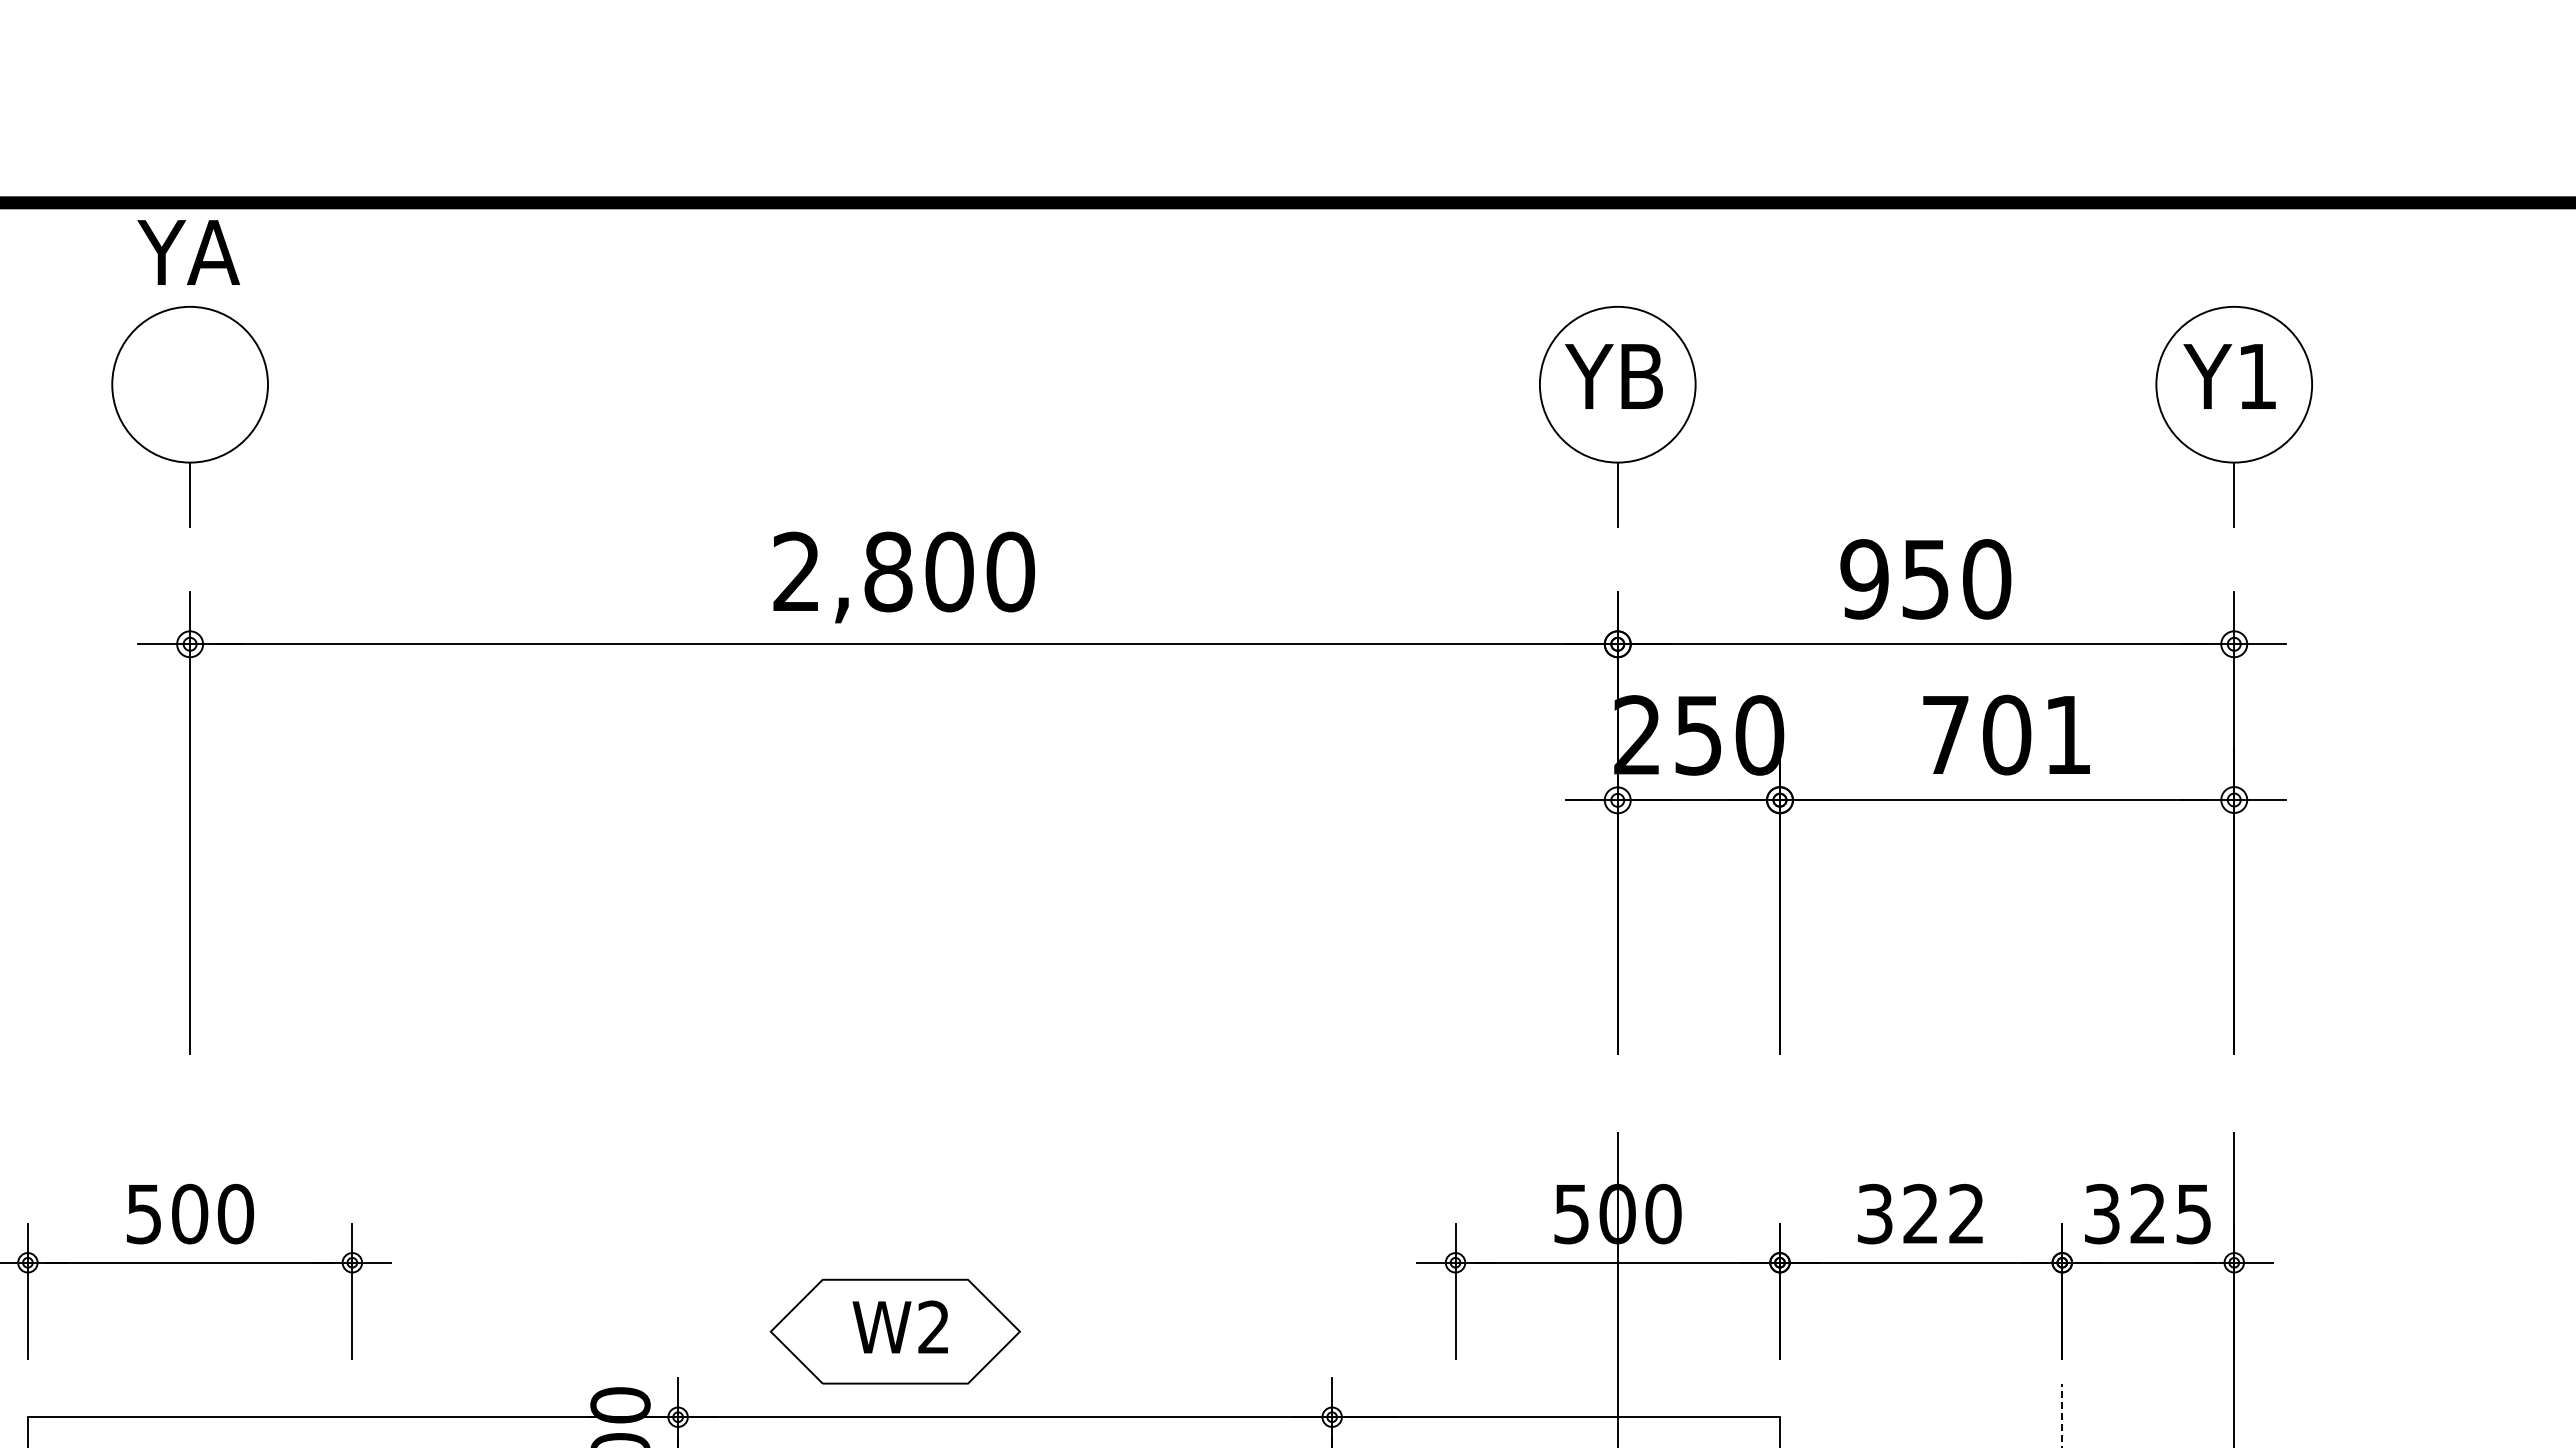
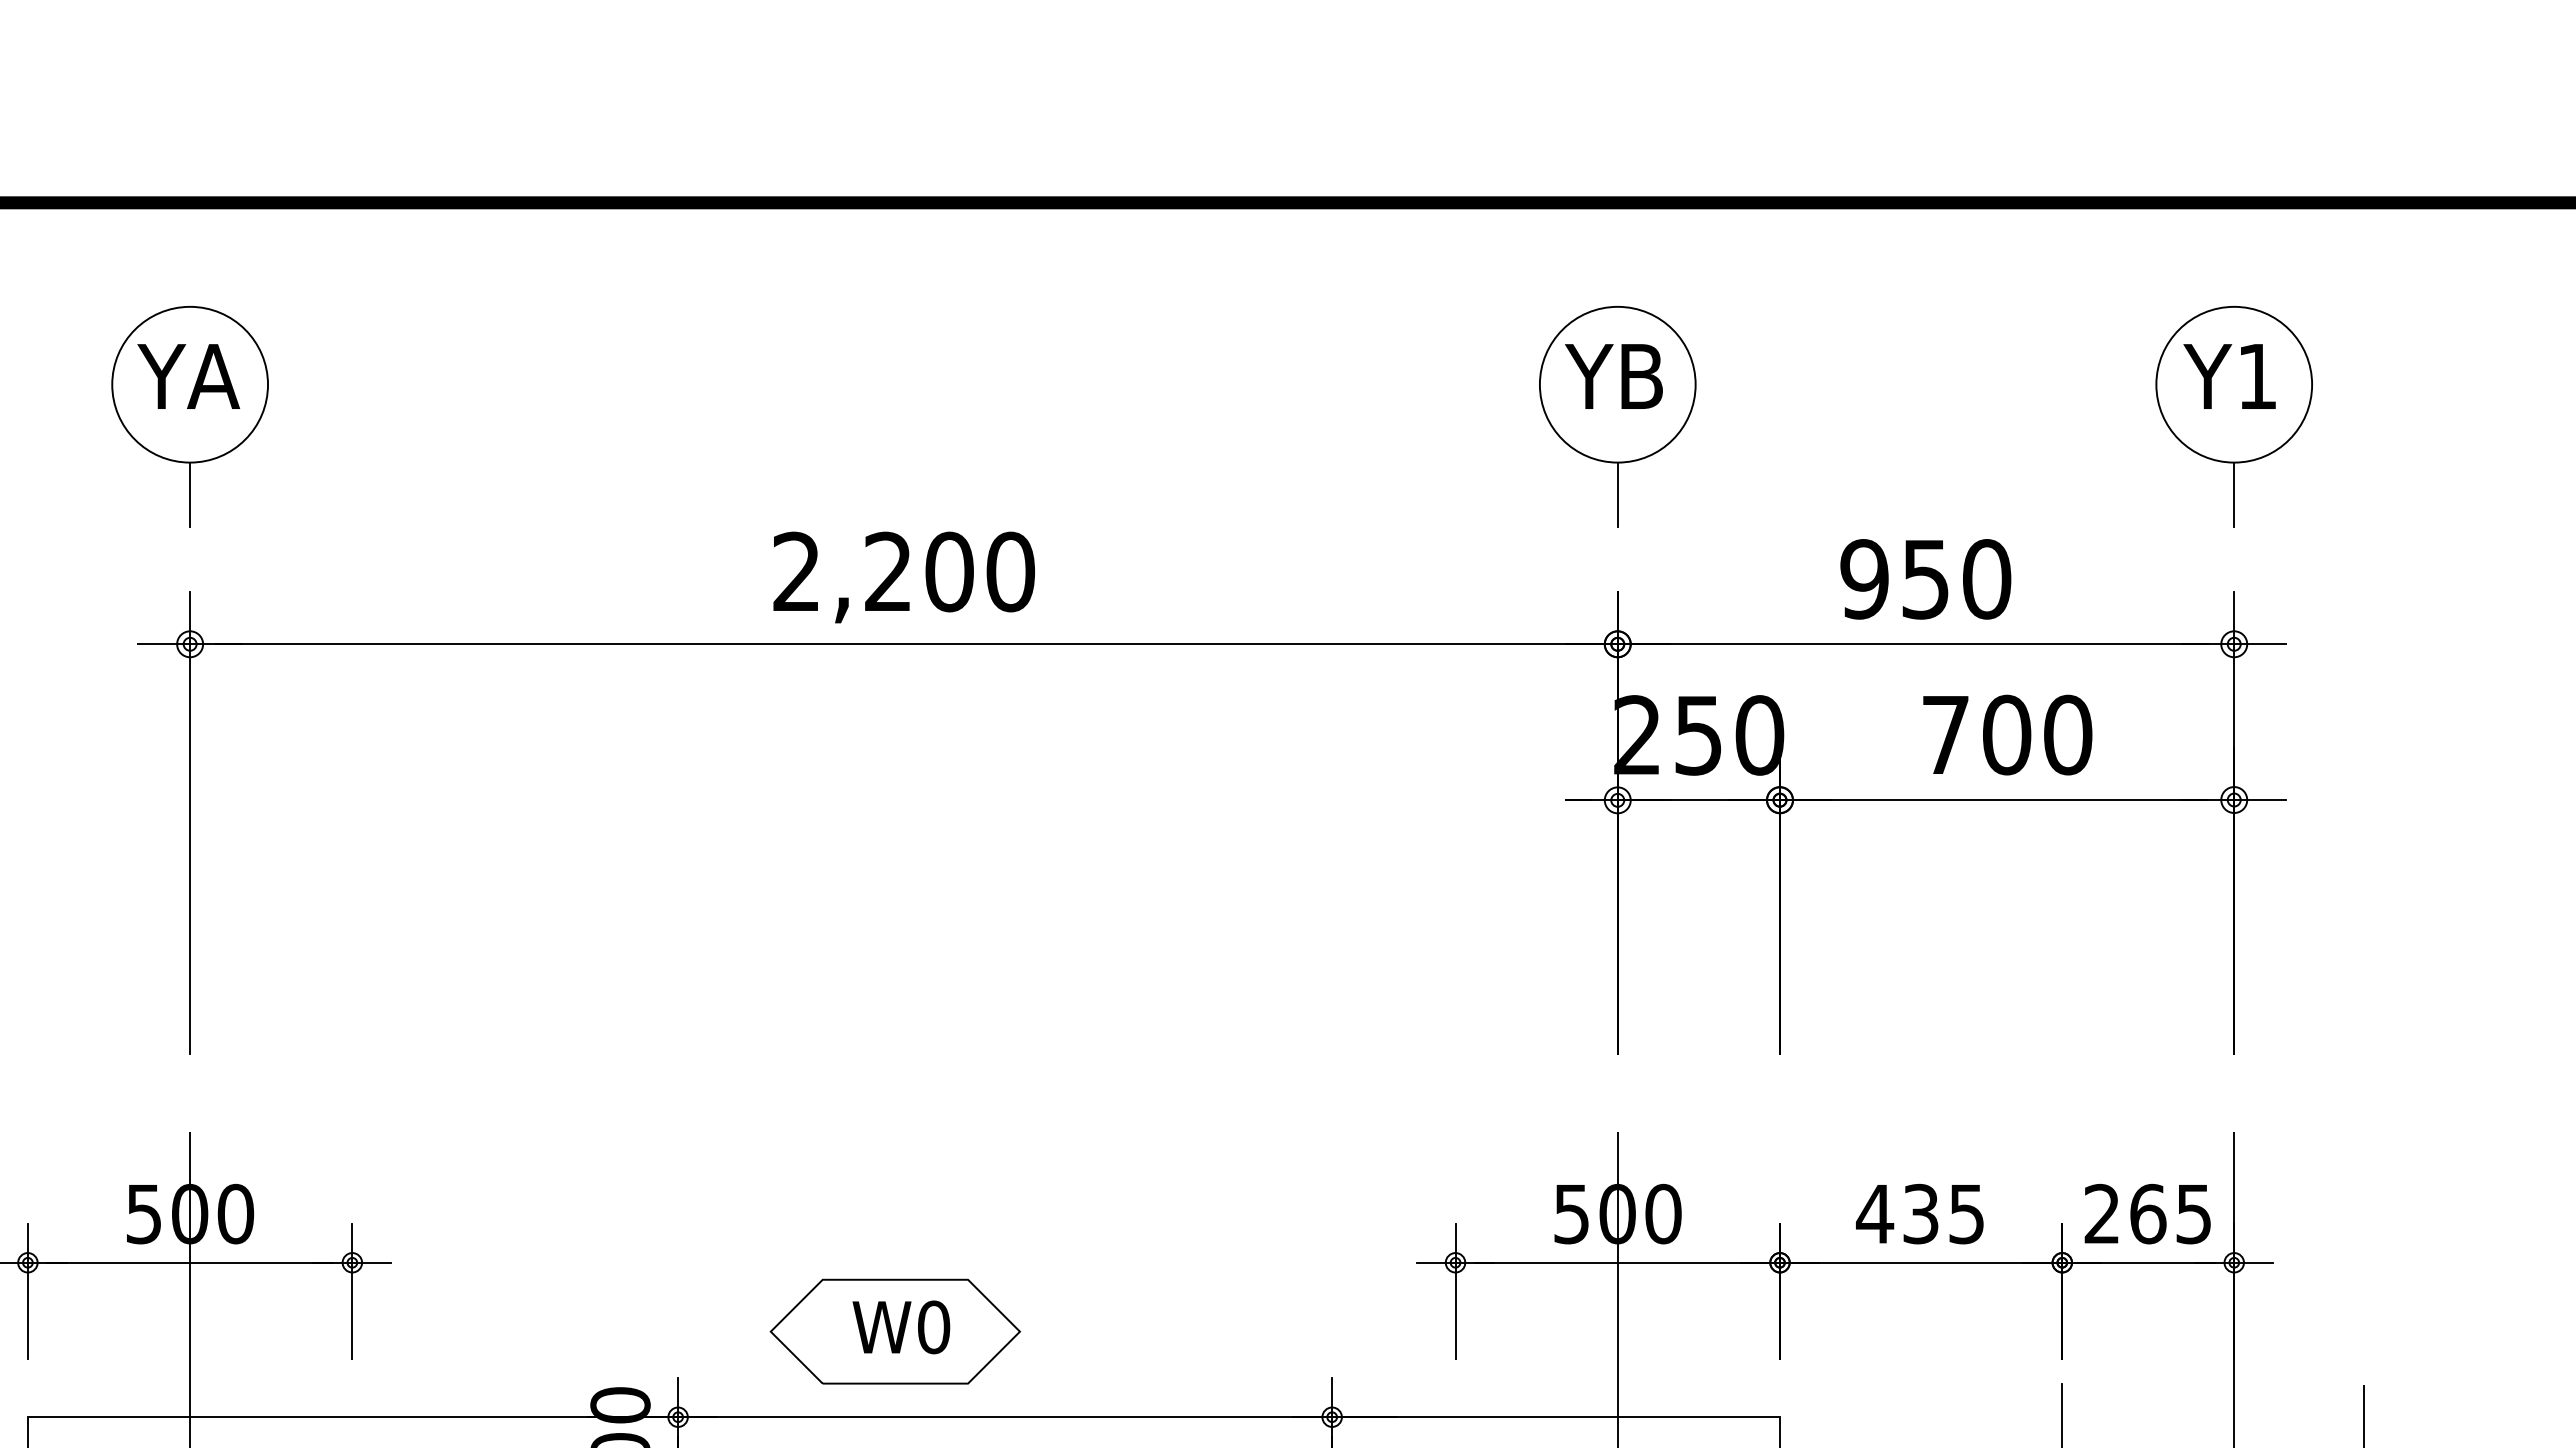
text at (188, 252) position: (188, 252) -> (188, 376)
text at (888, 571): 2,800 -> 2,200
text at (2068, 734): 701 -> 700
text at (1919, 1213): 322 -> 435
text at (2125, 1213): 325 -> 265
line at (190, 1287): none -> present
text at (934, 1327): W2 -> W0
line at (2364, 1414): none -> present
line at (2062, 1415): dashed -> solid
